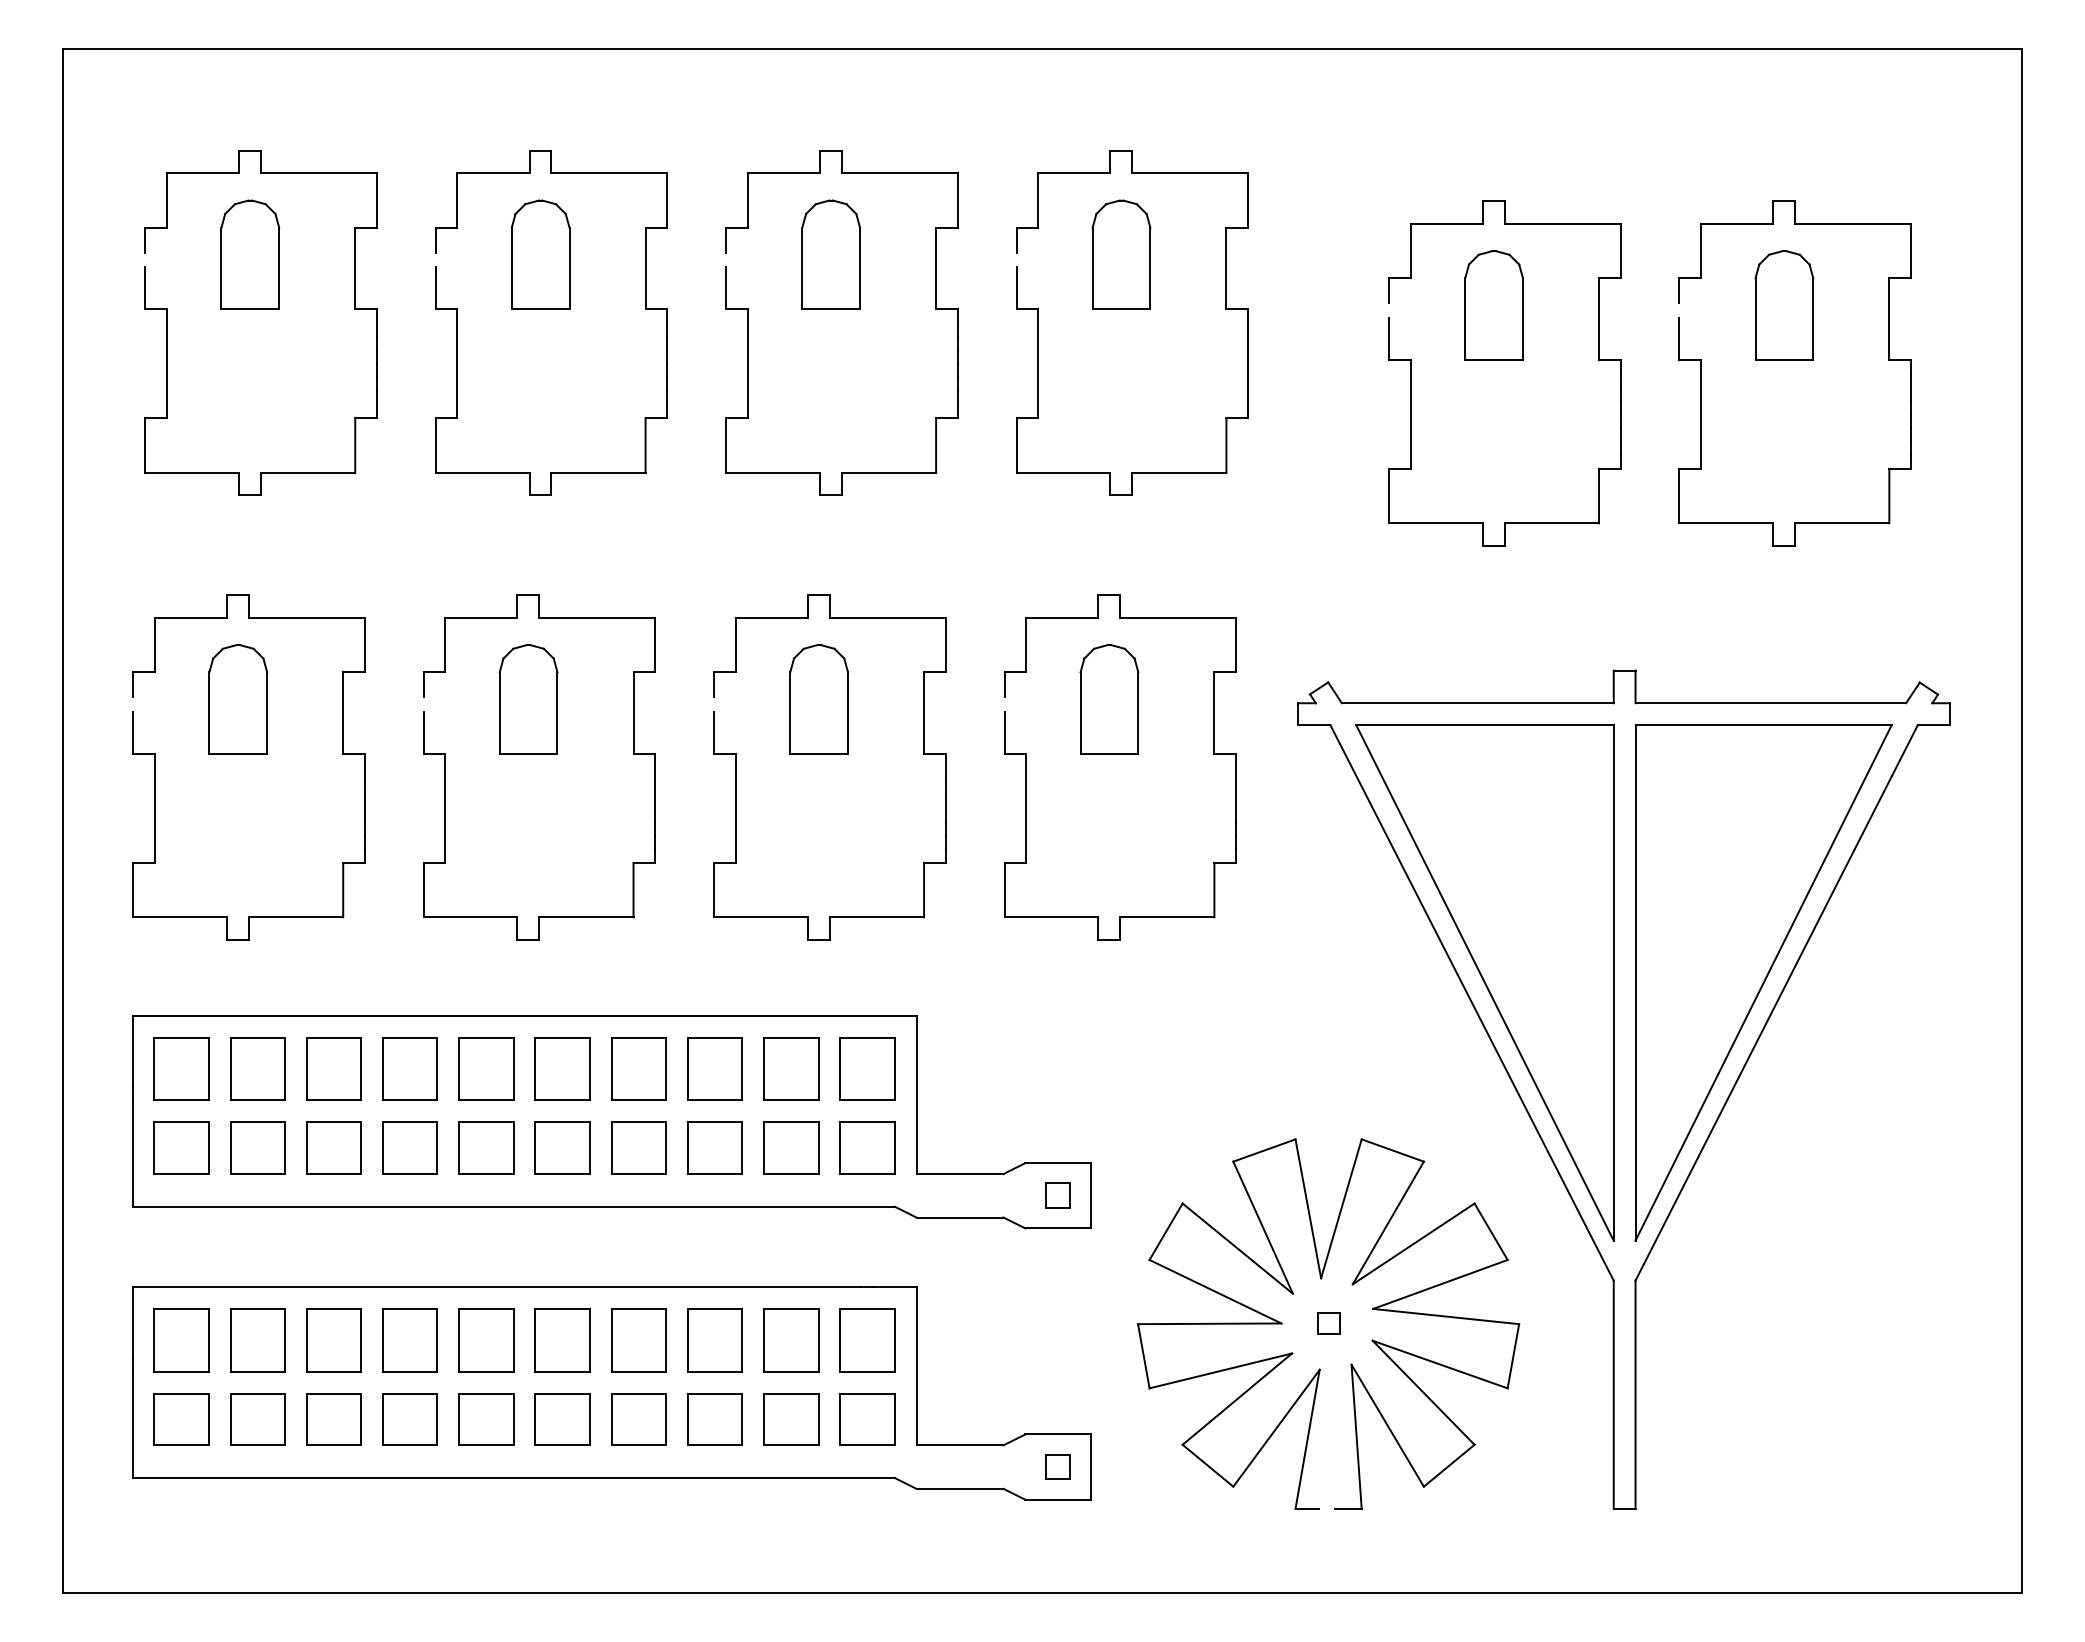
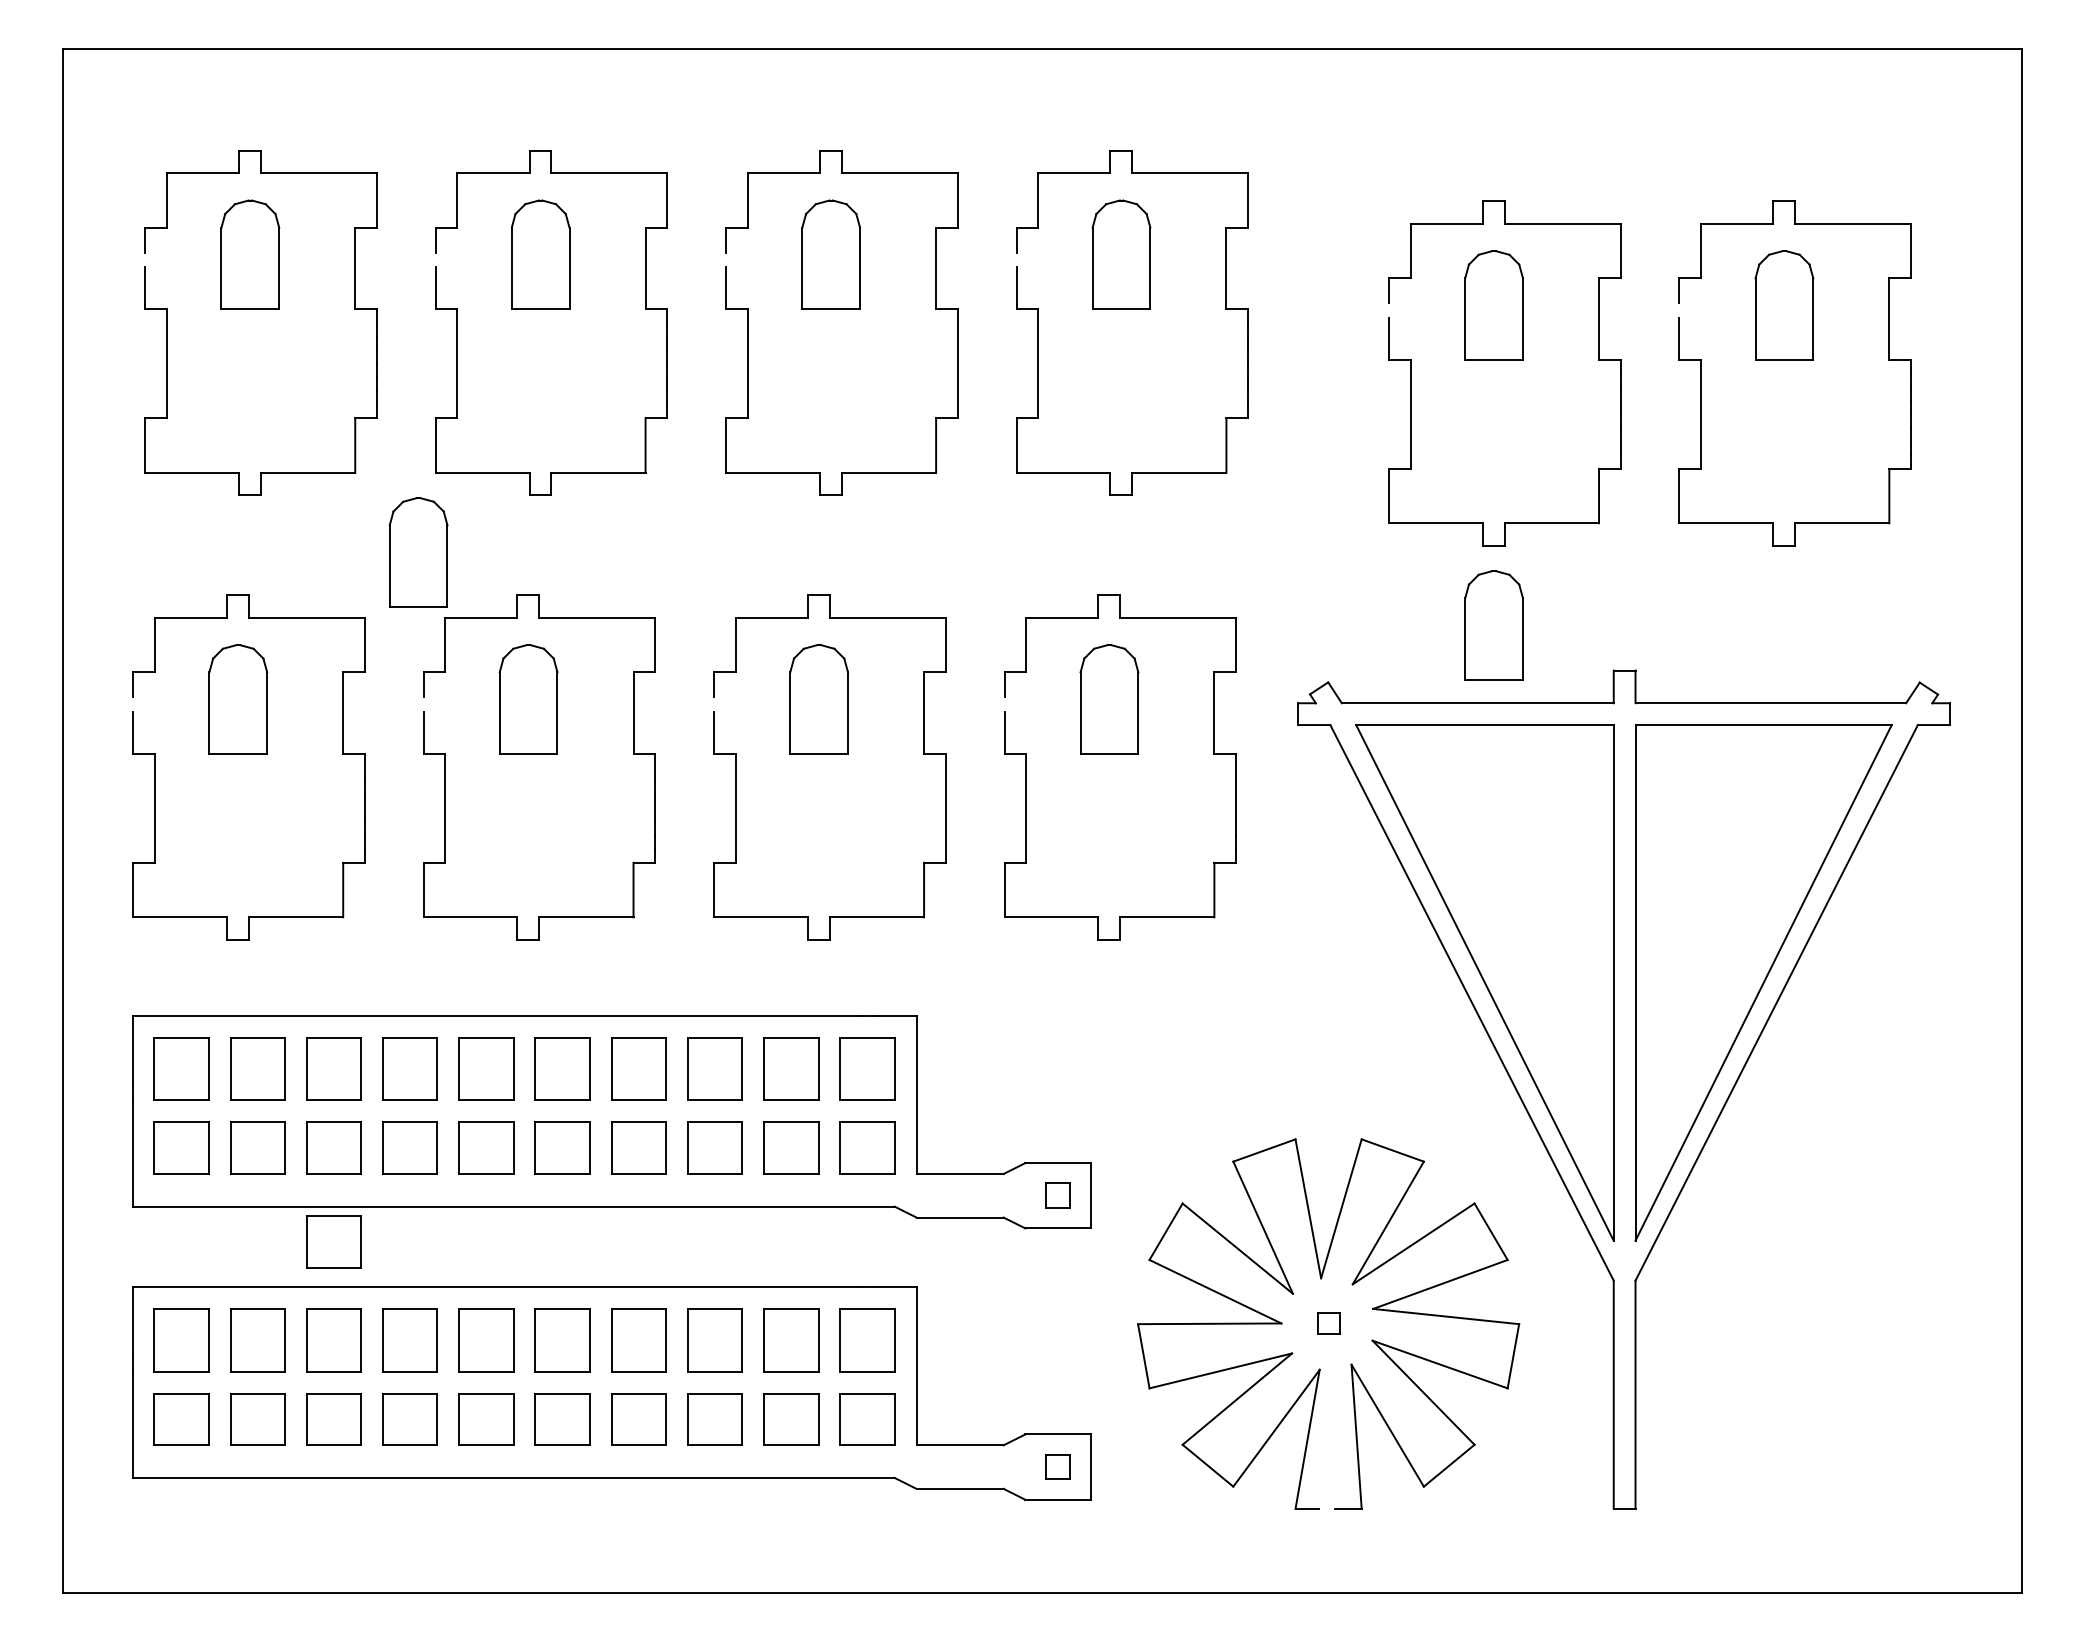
part at (418, 552): none -> present
part at (1493, 625): none -> present
part at (333, 1241): none -> present
